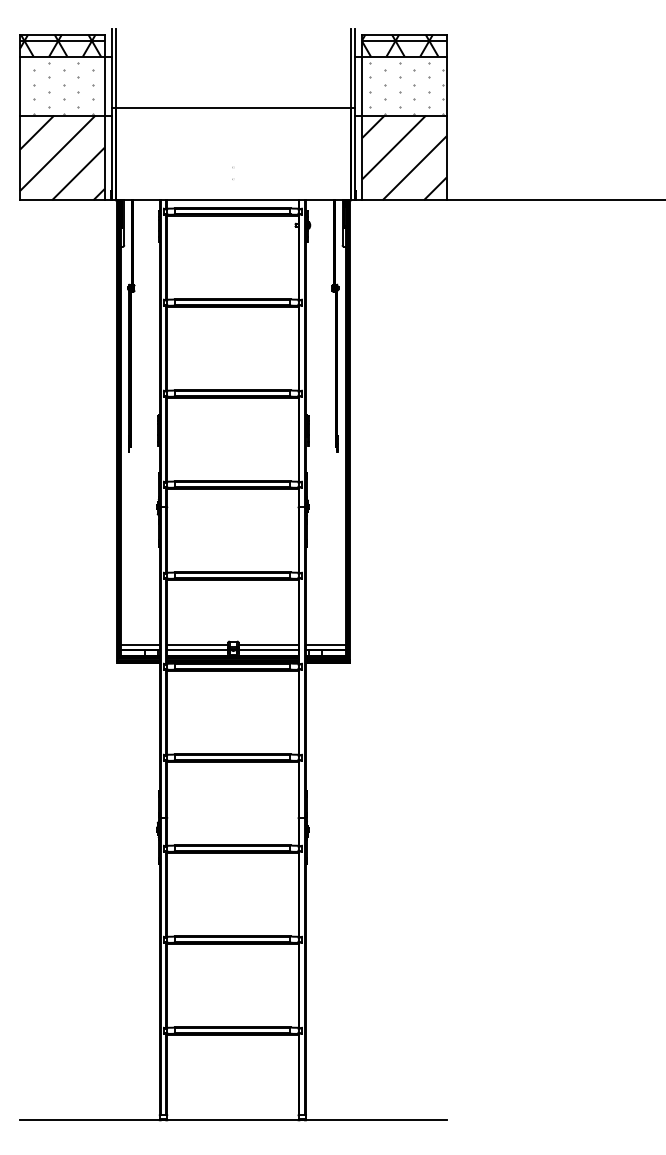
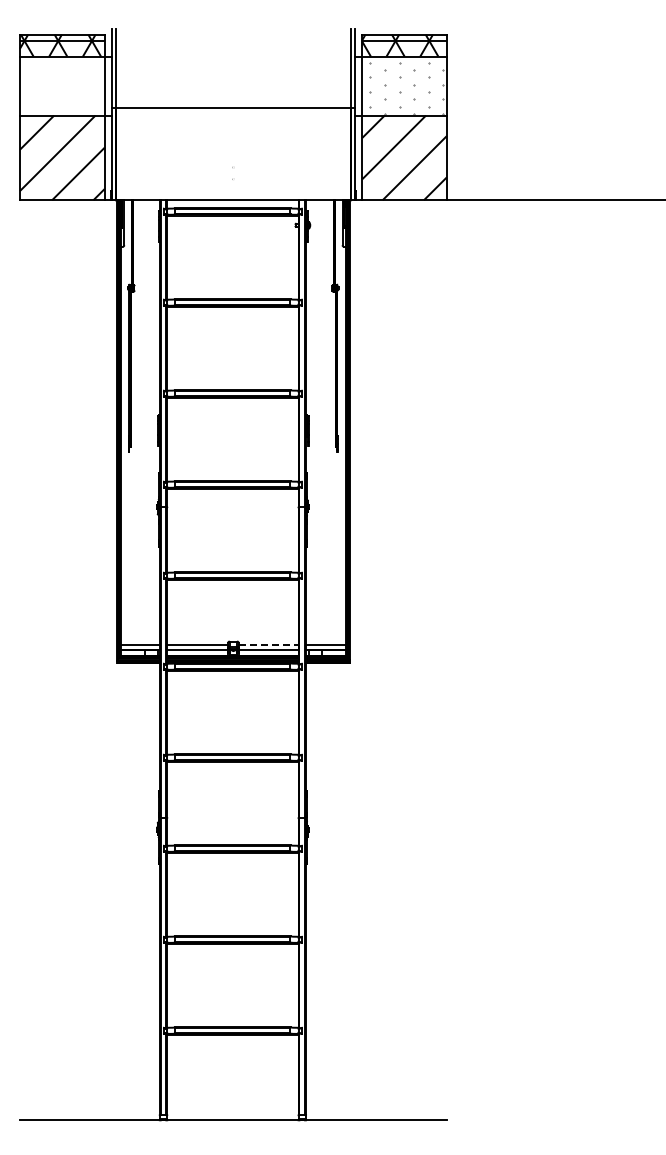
hatch at (63, 87): present -> none
line at (268, 645): solid -> dashed
